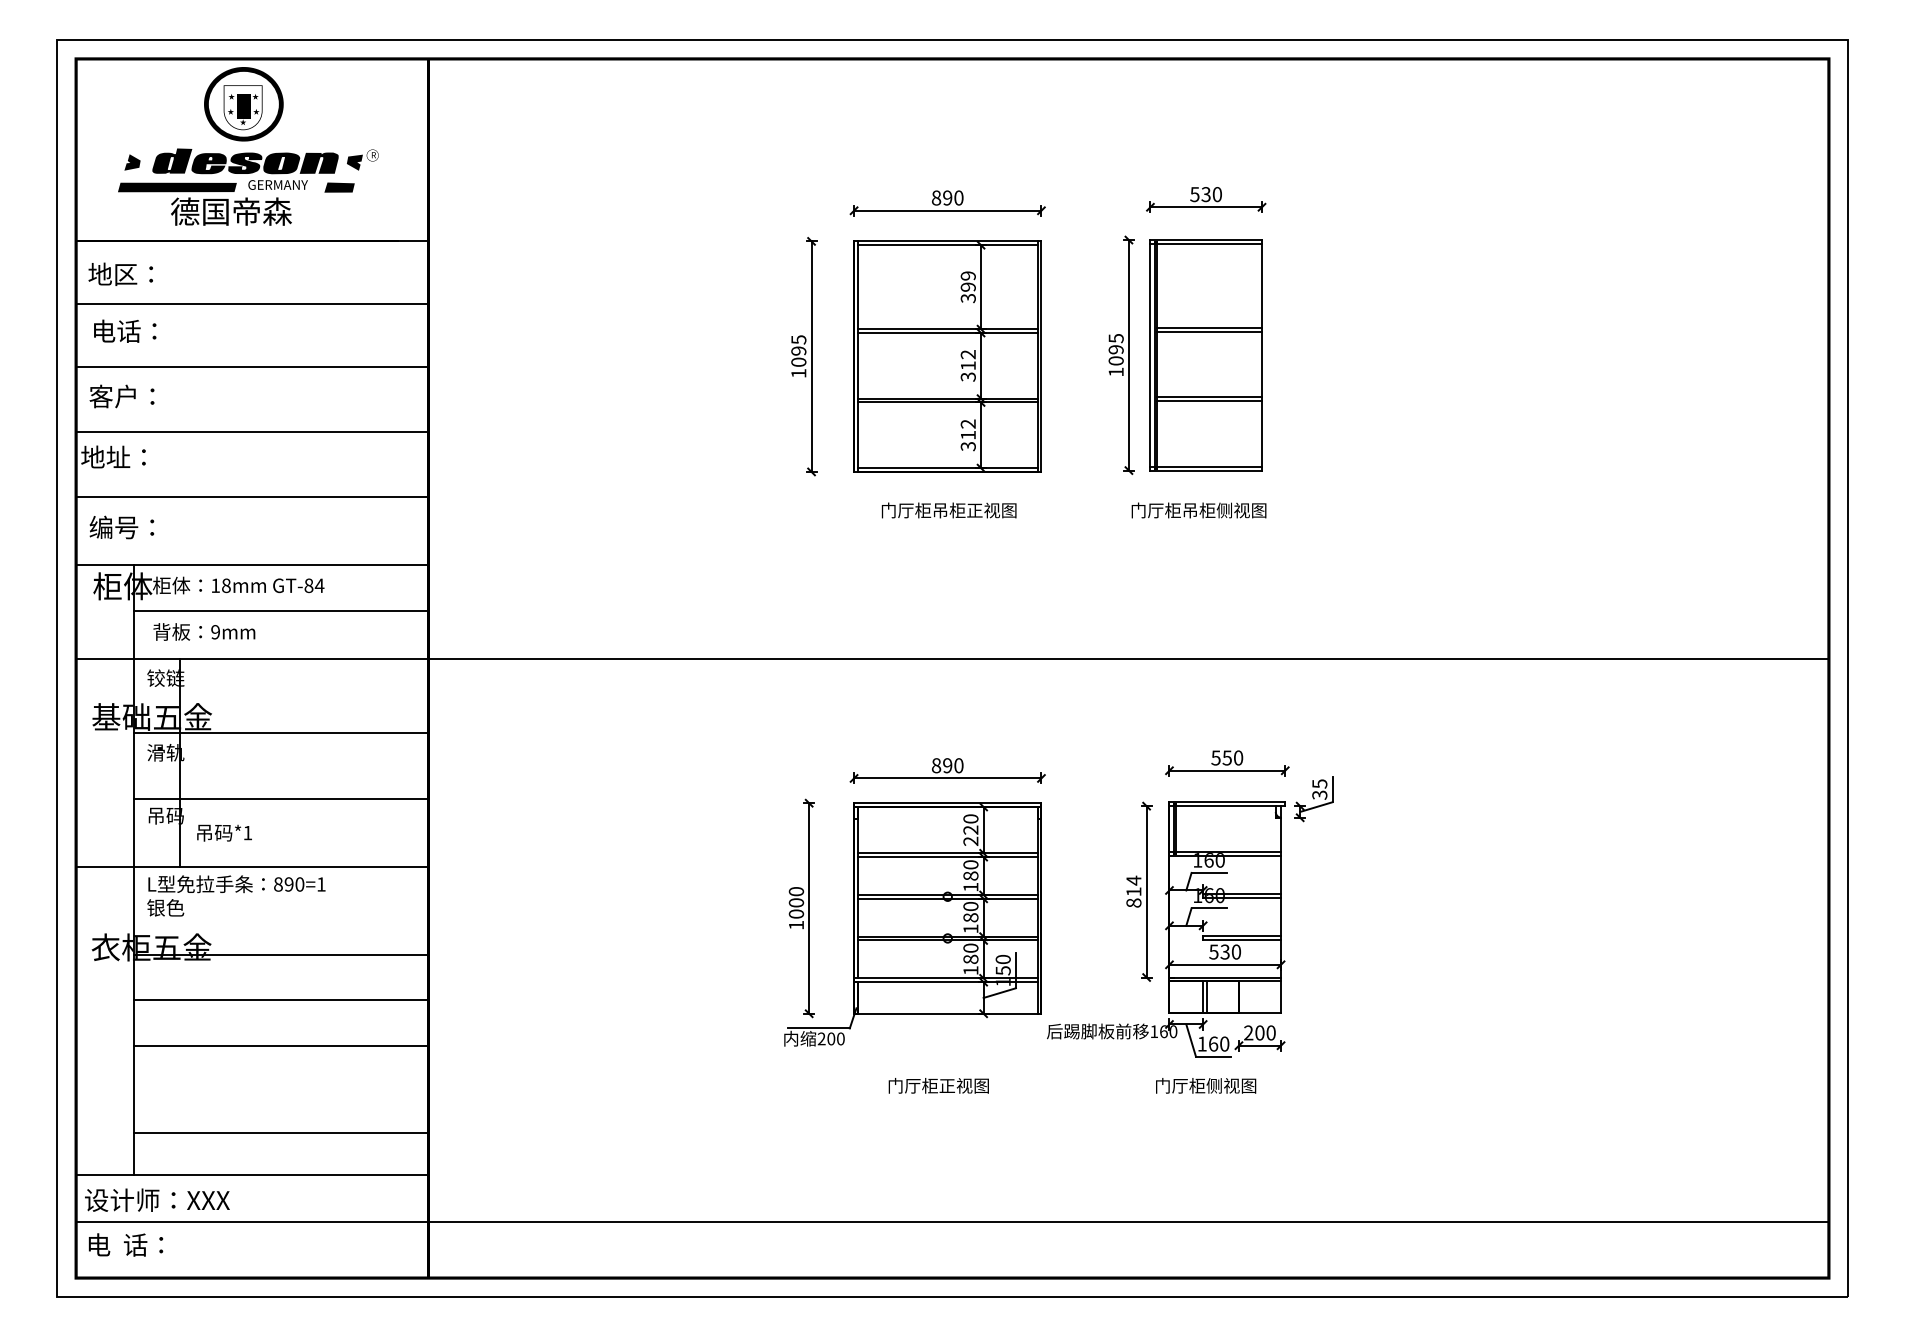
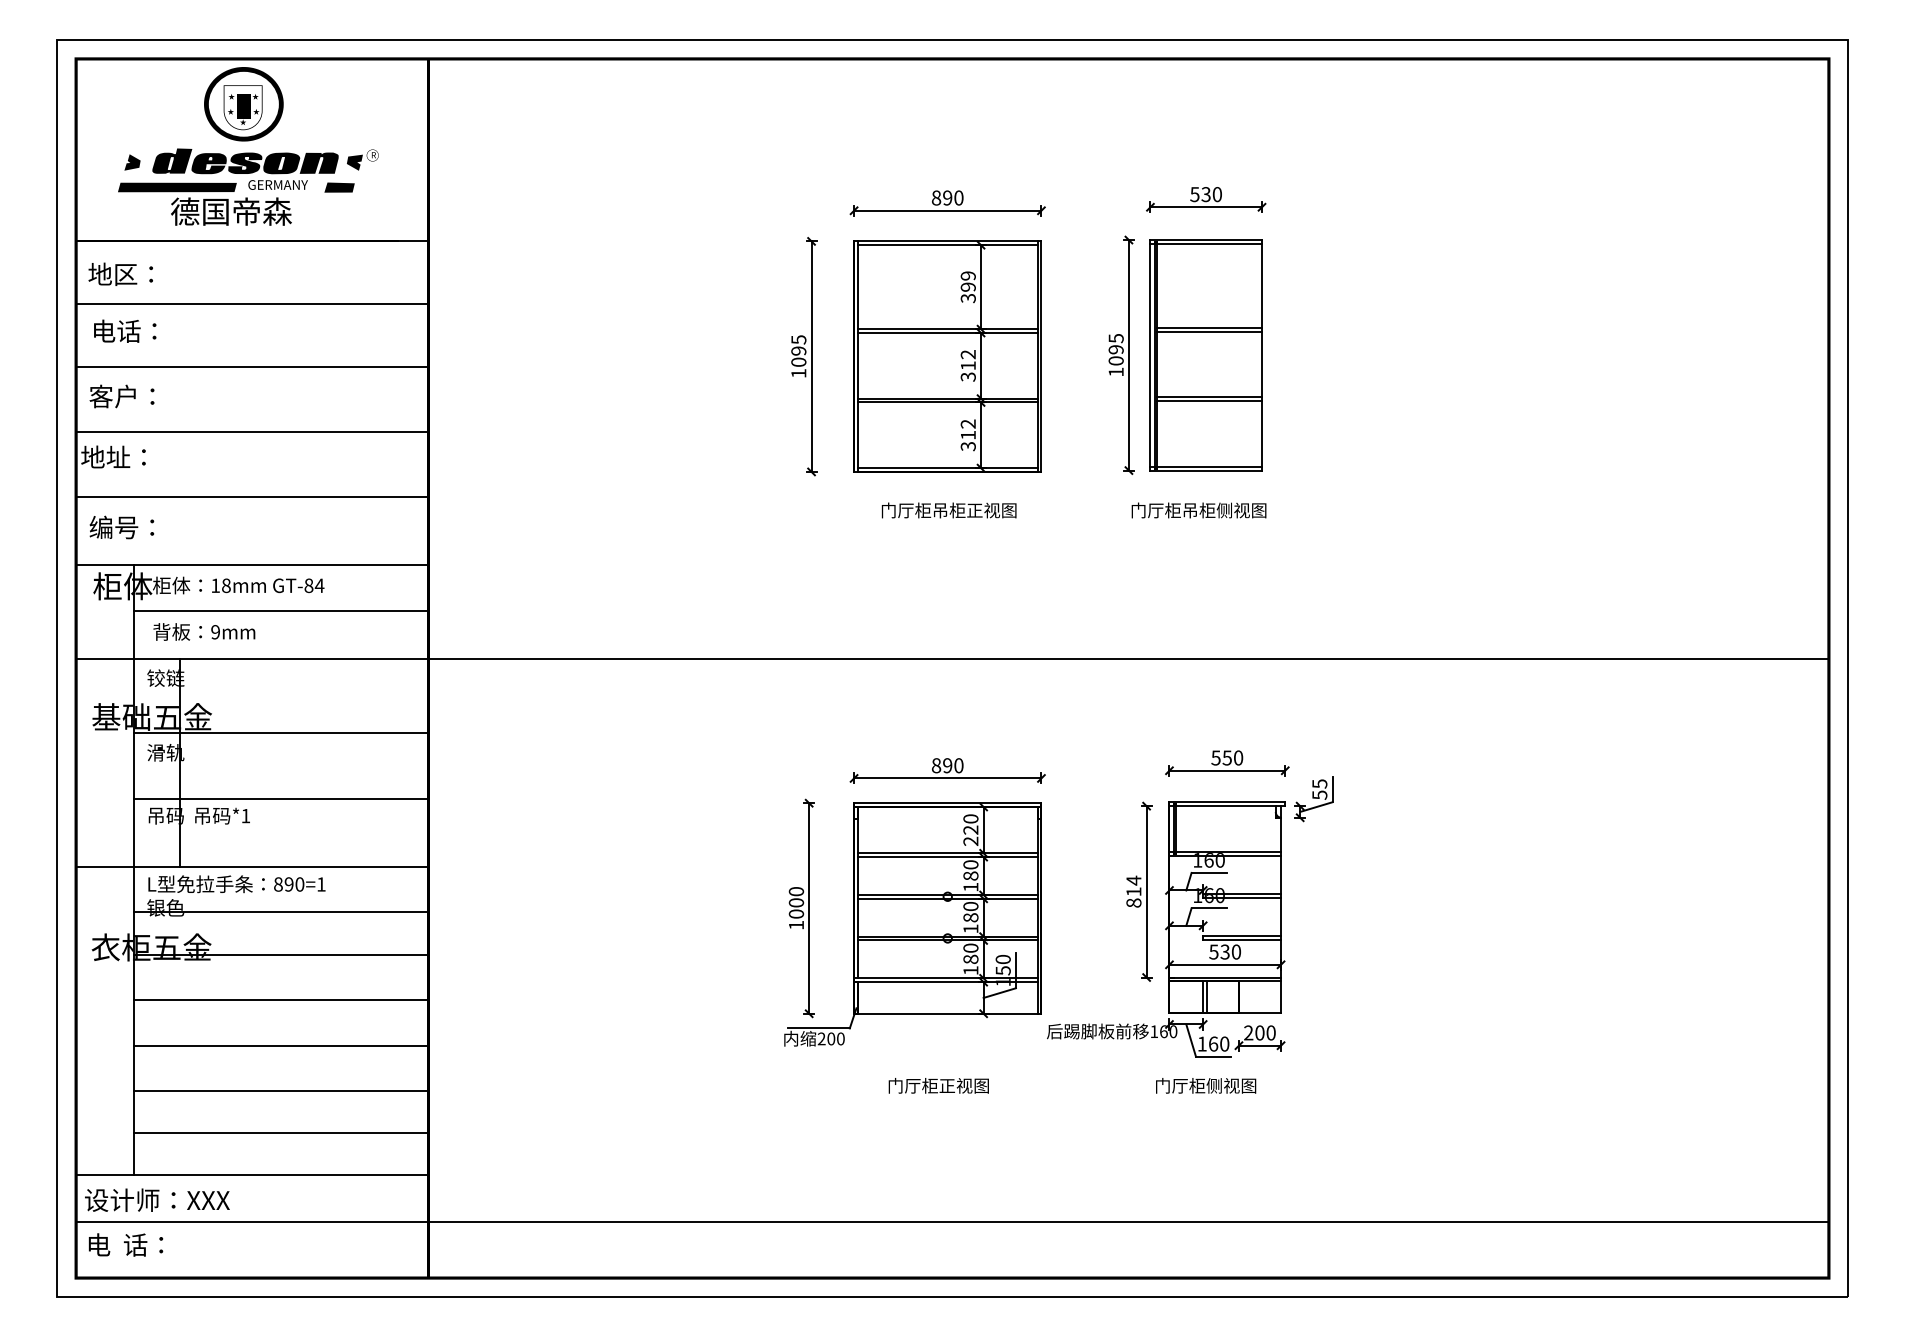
text at (1319, 794): 35 -> 55
text at (224, 832) position: (224, 832) -> (222, 815)
line at (281, 911): none -> present
line at (281, 1091): none -> present
